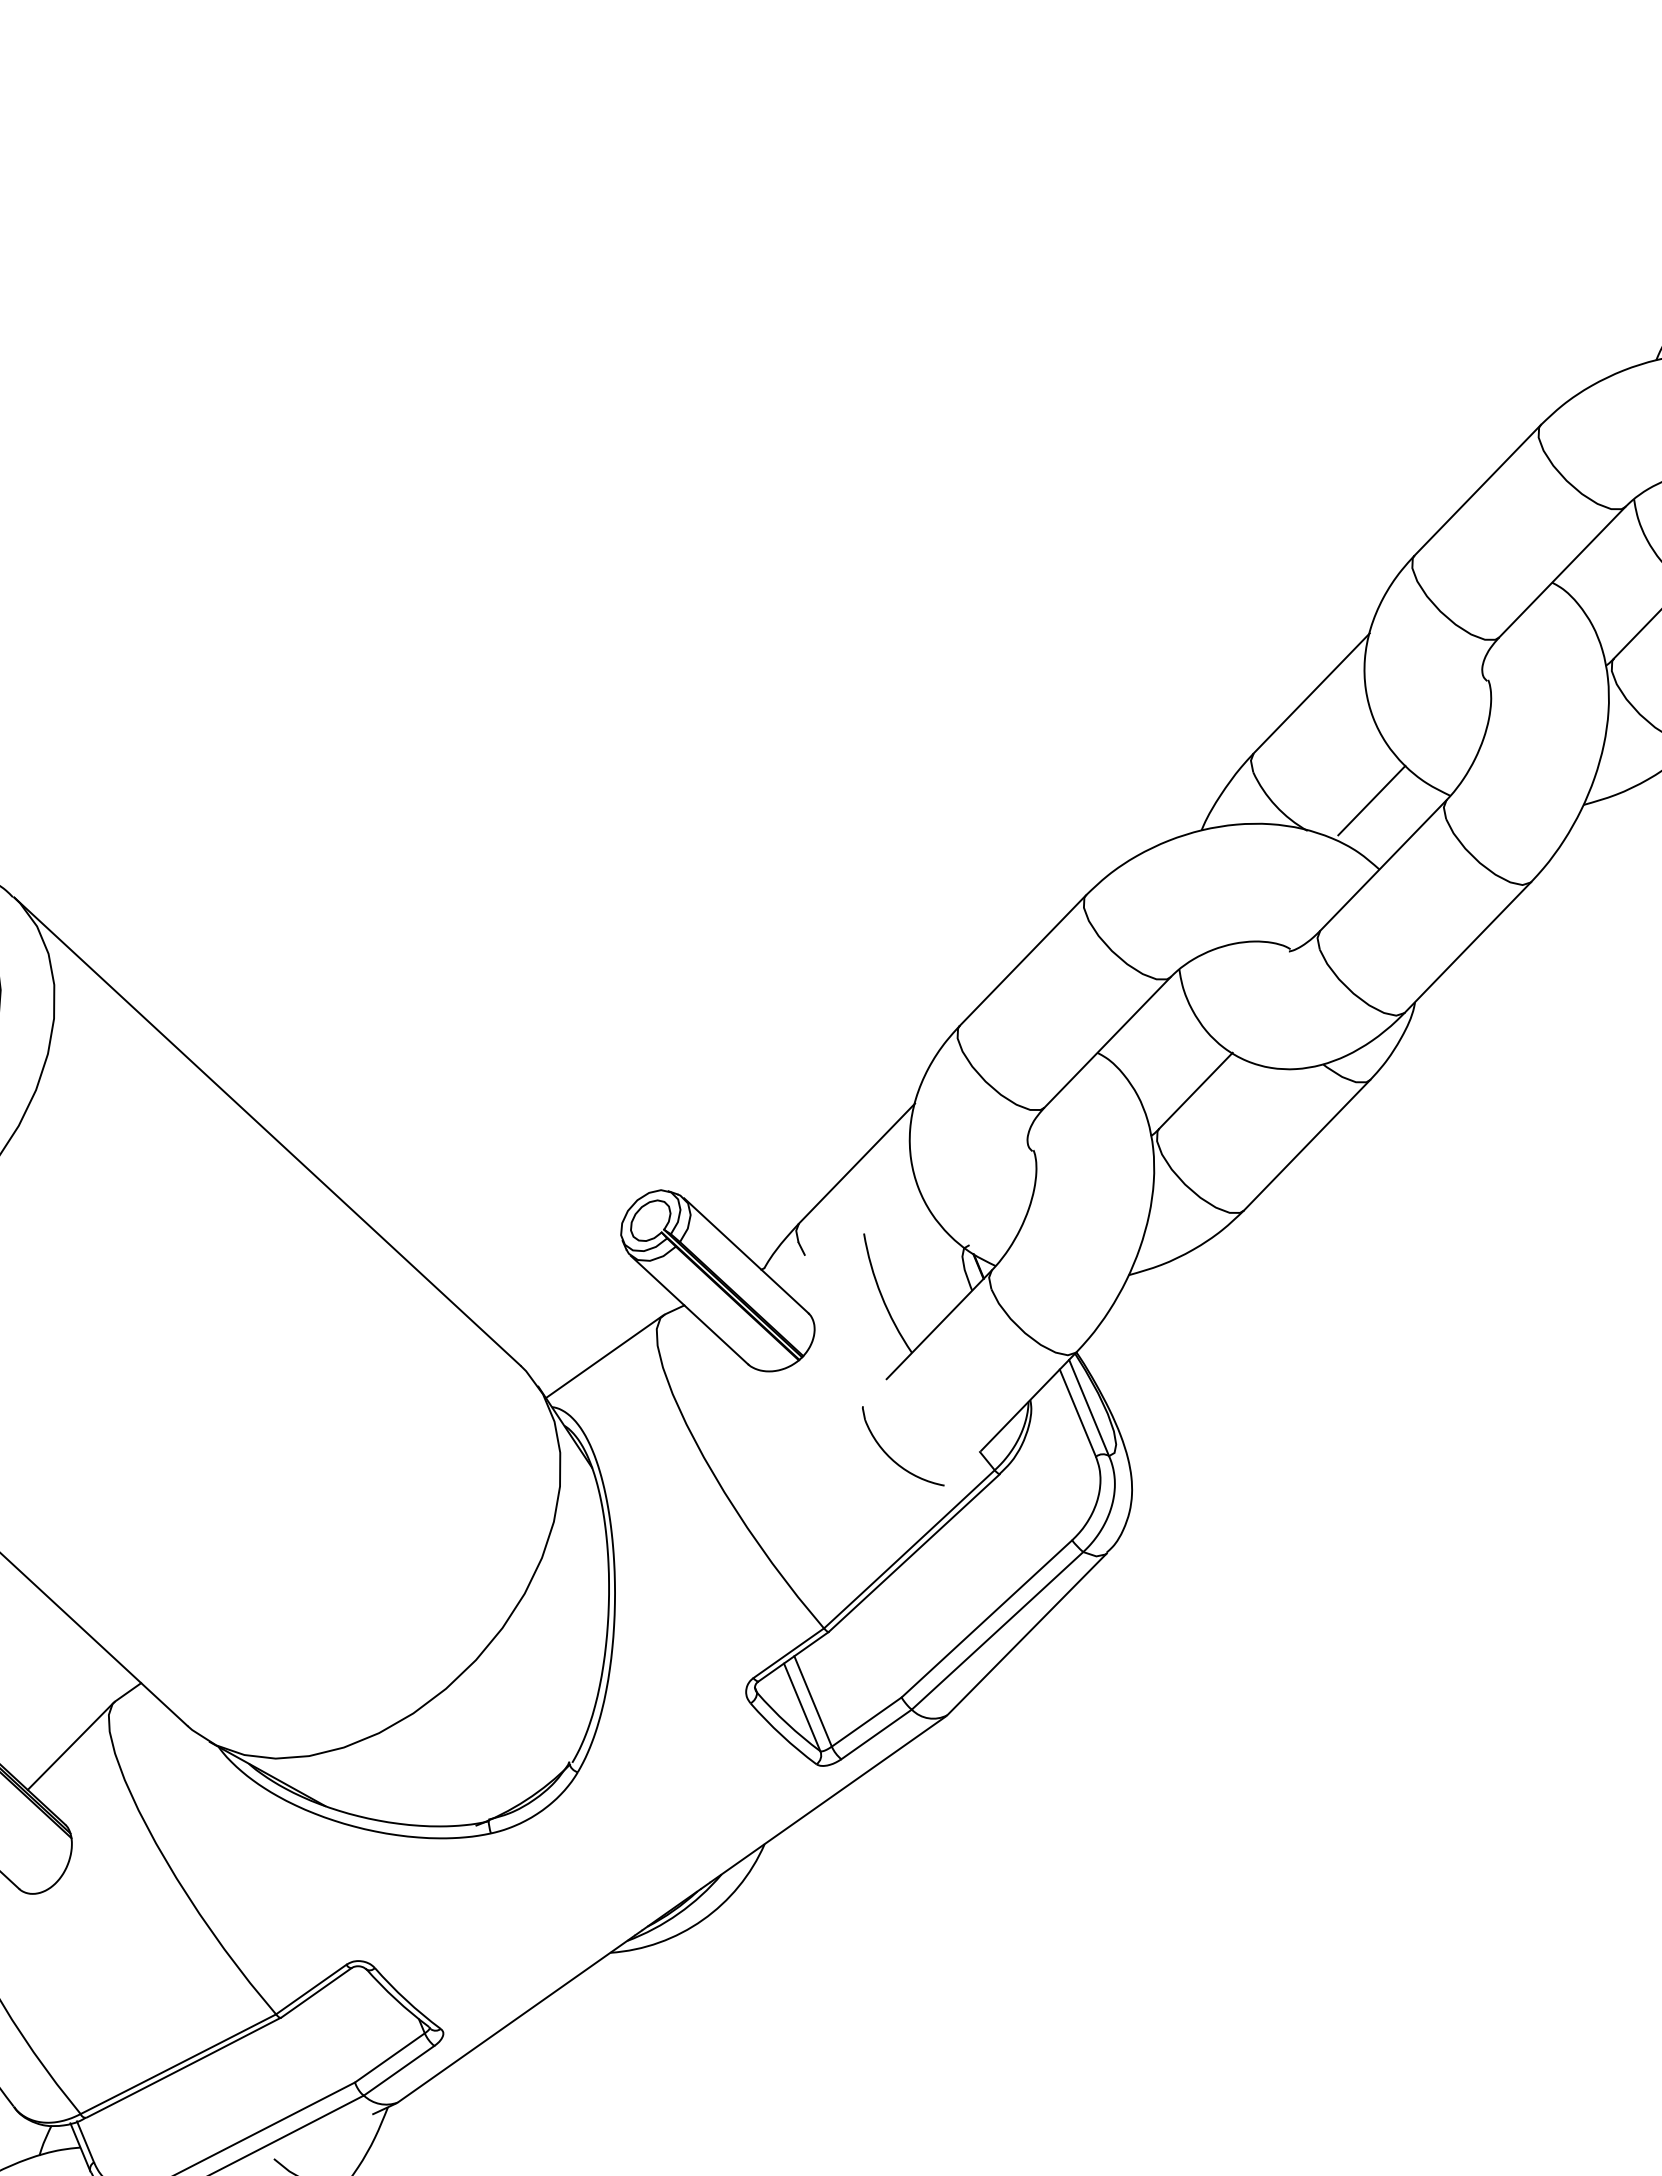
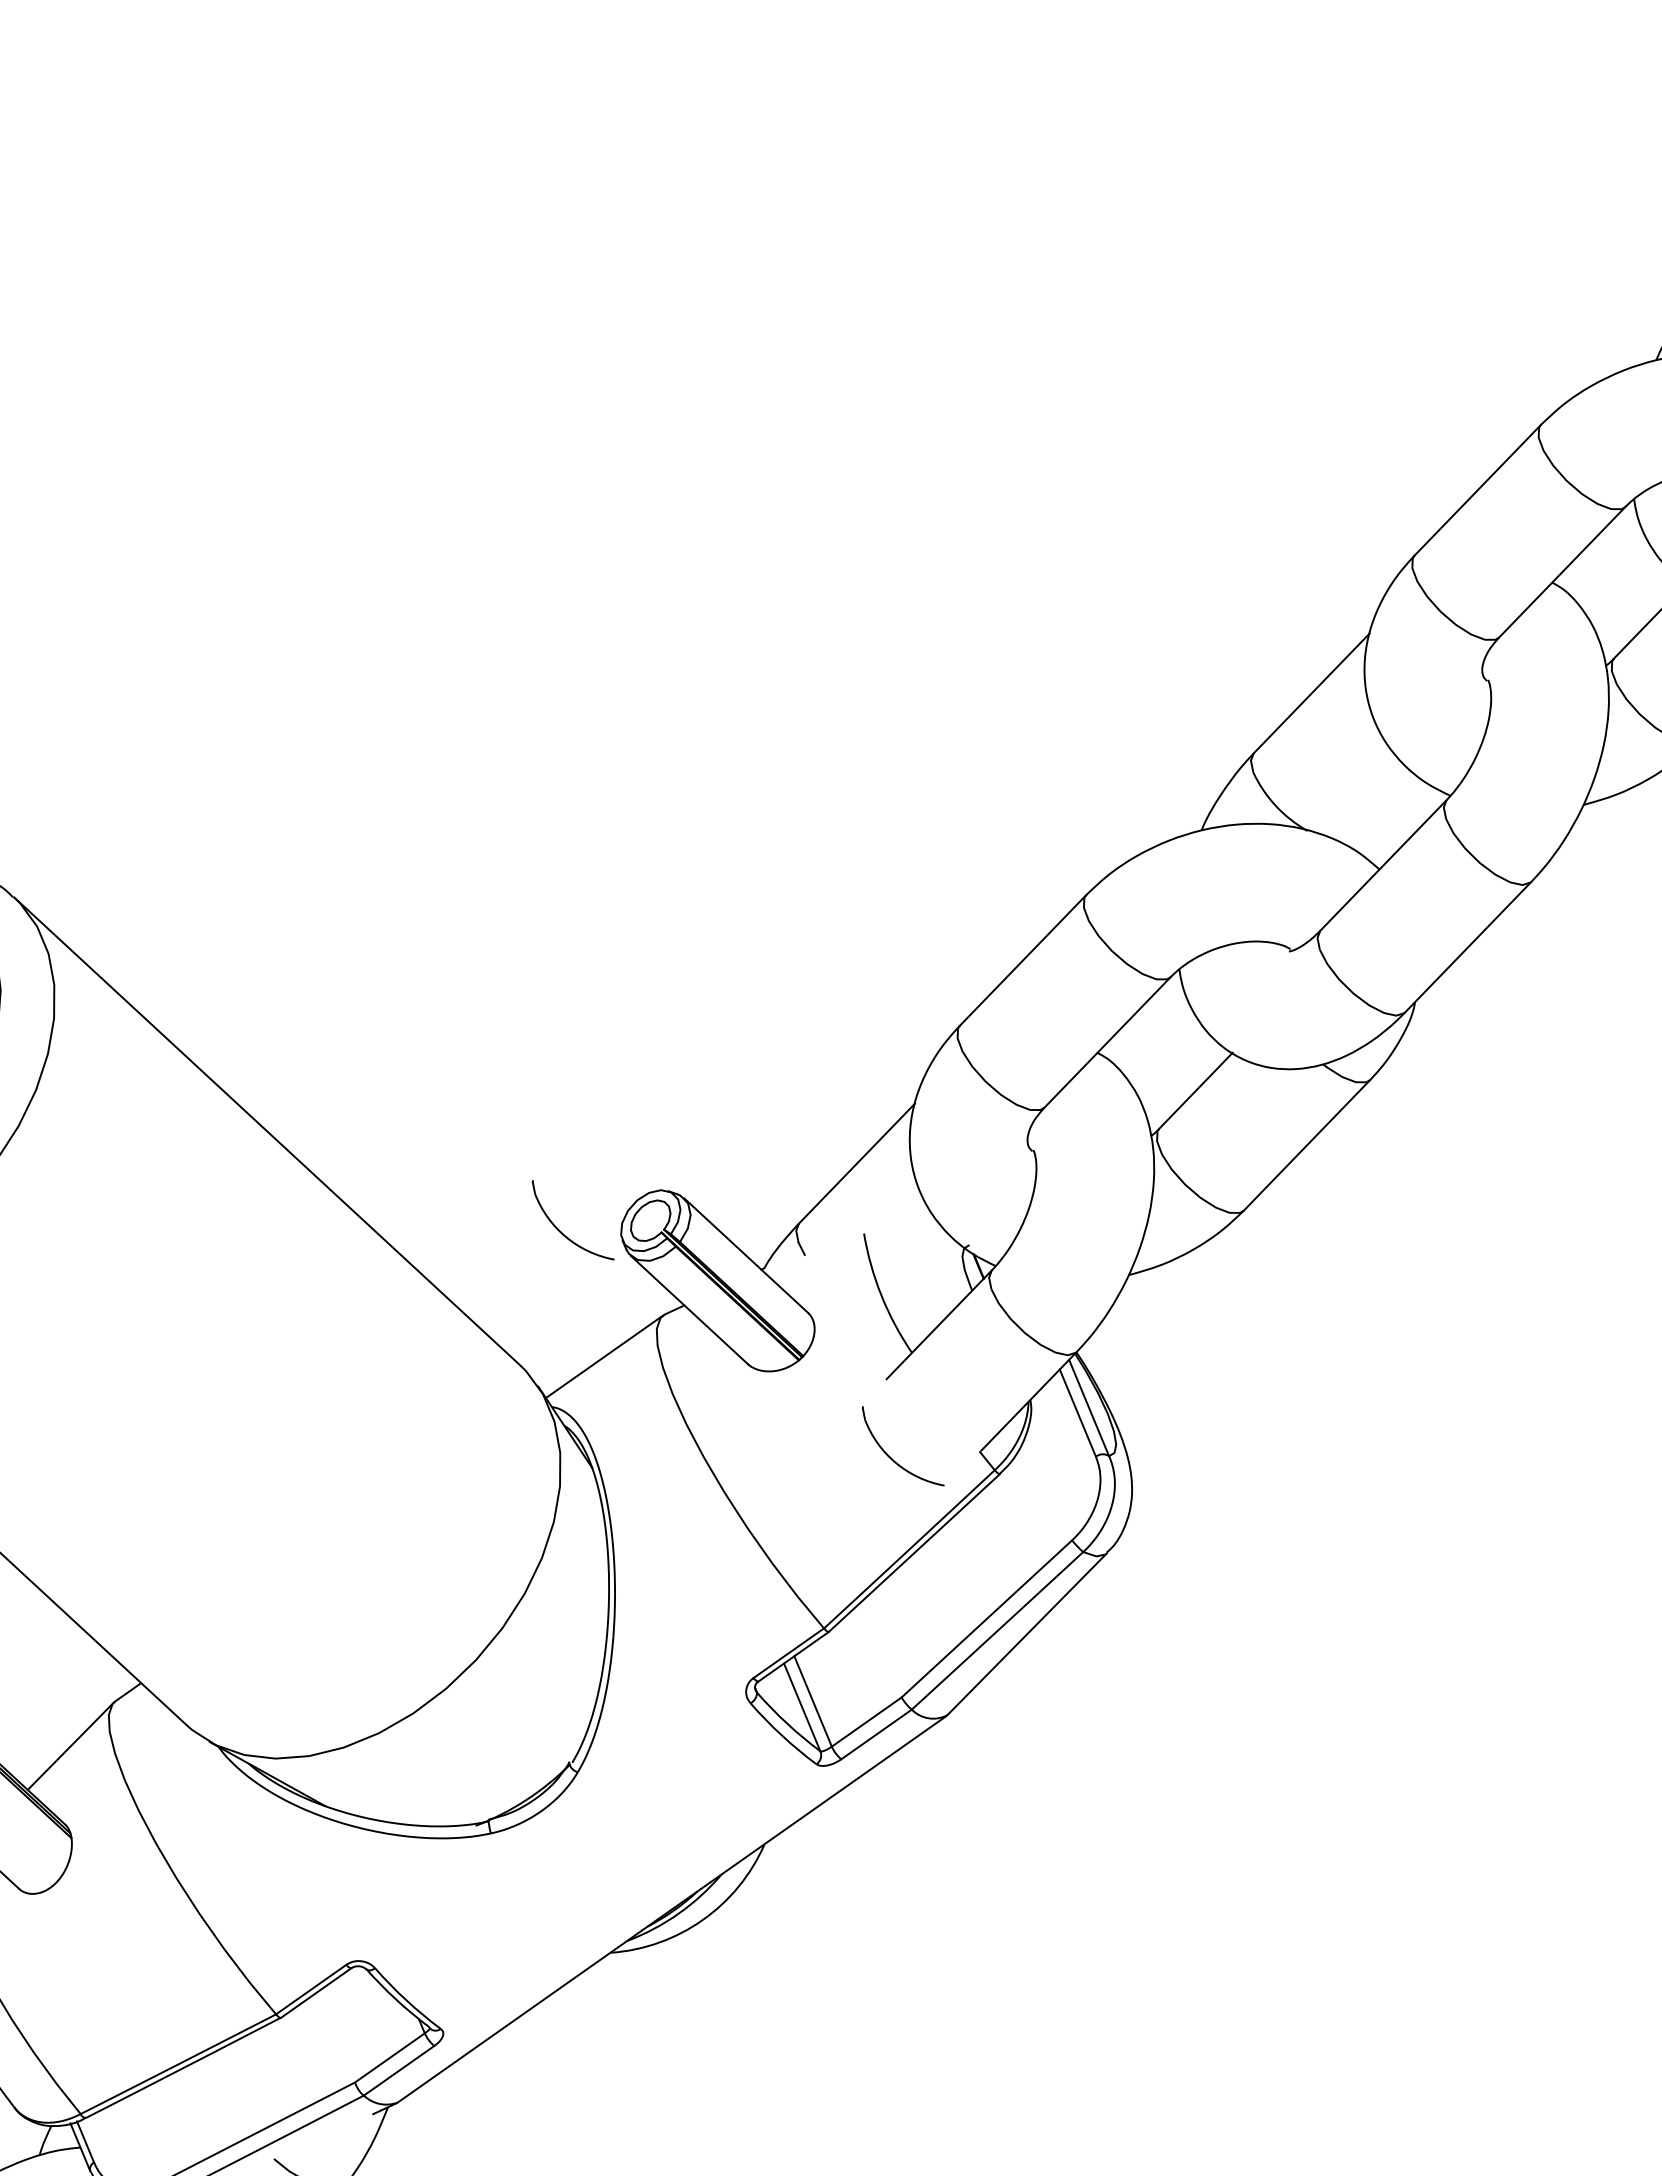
line at (1371, 800): present -> none
part at (561, 1231): none -> present
